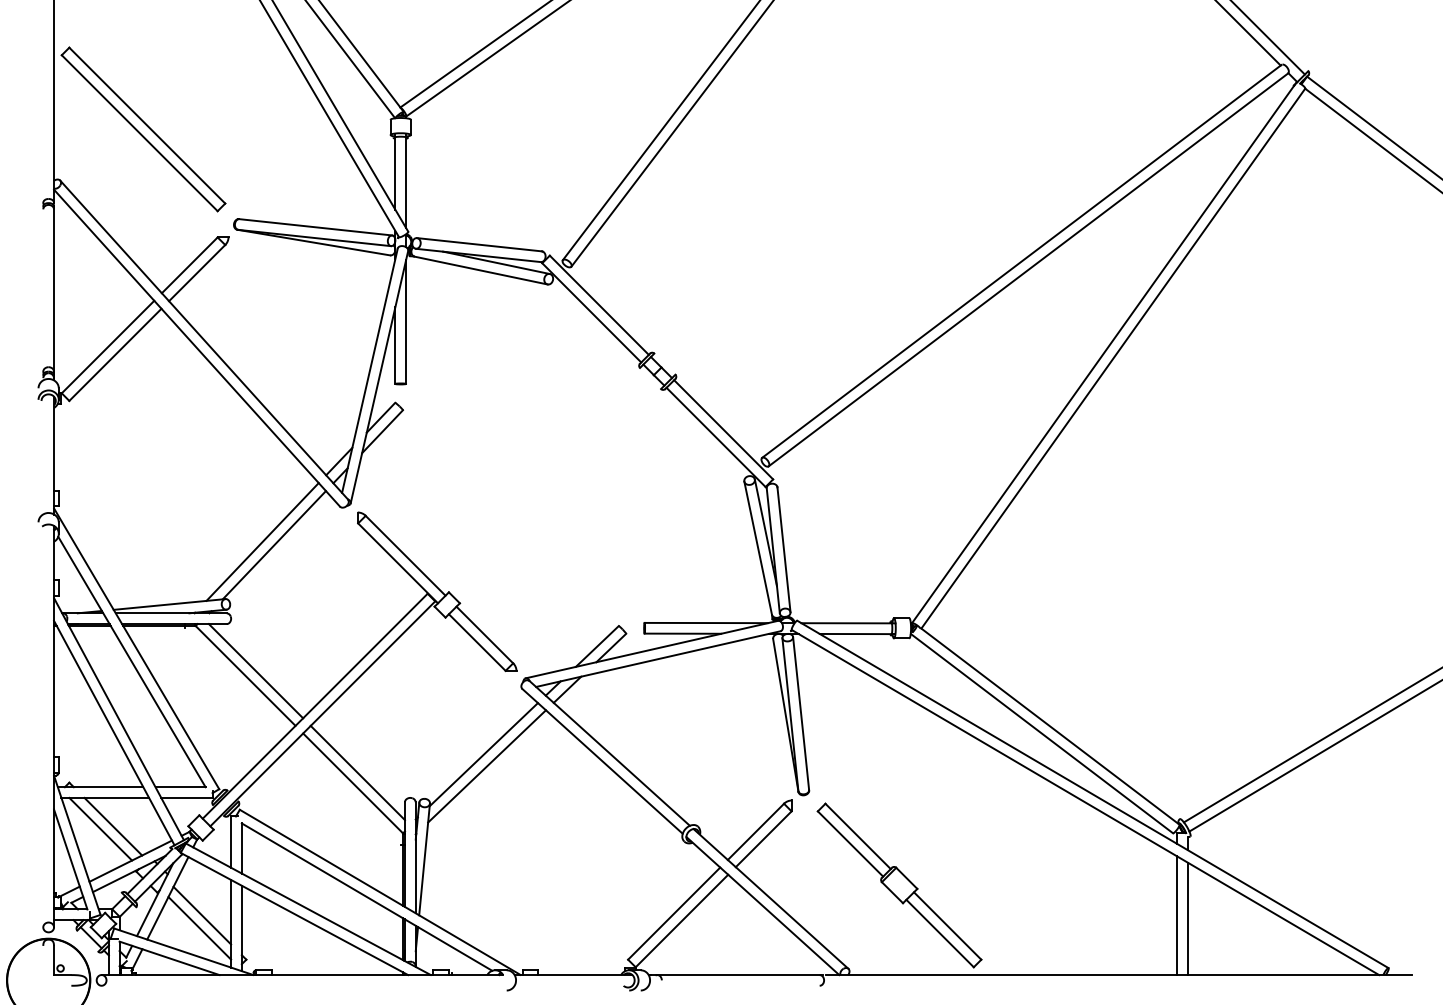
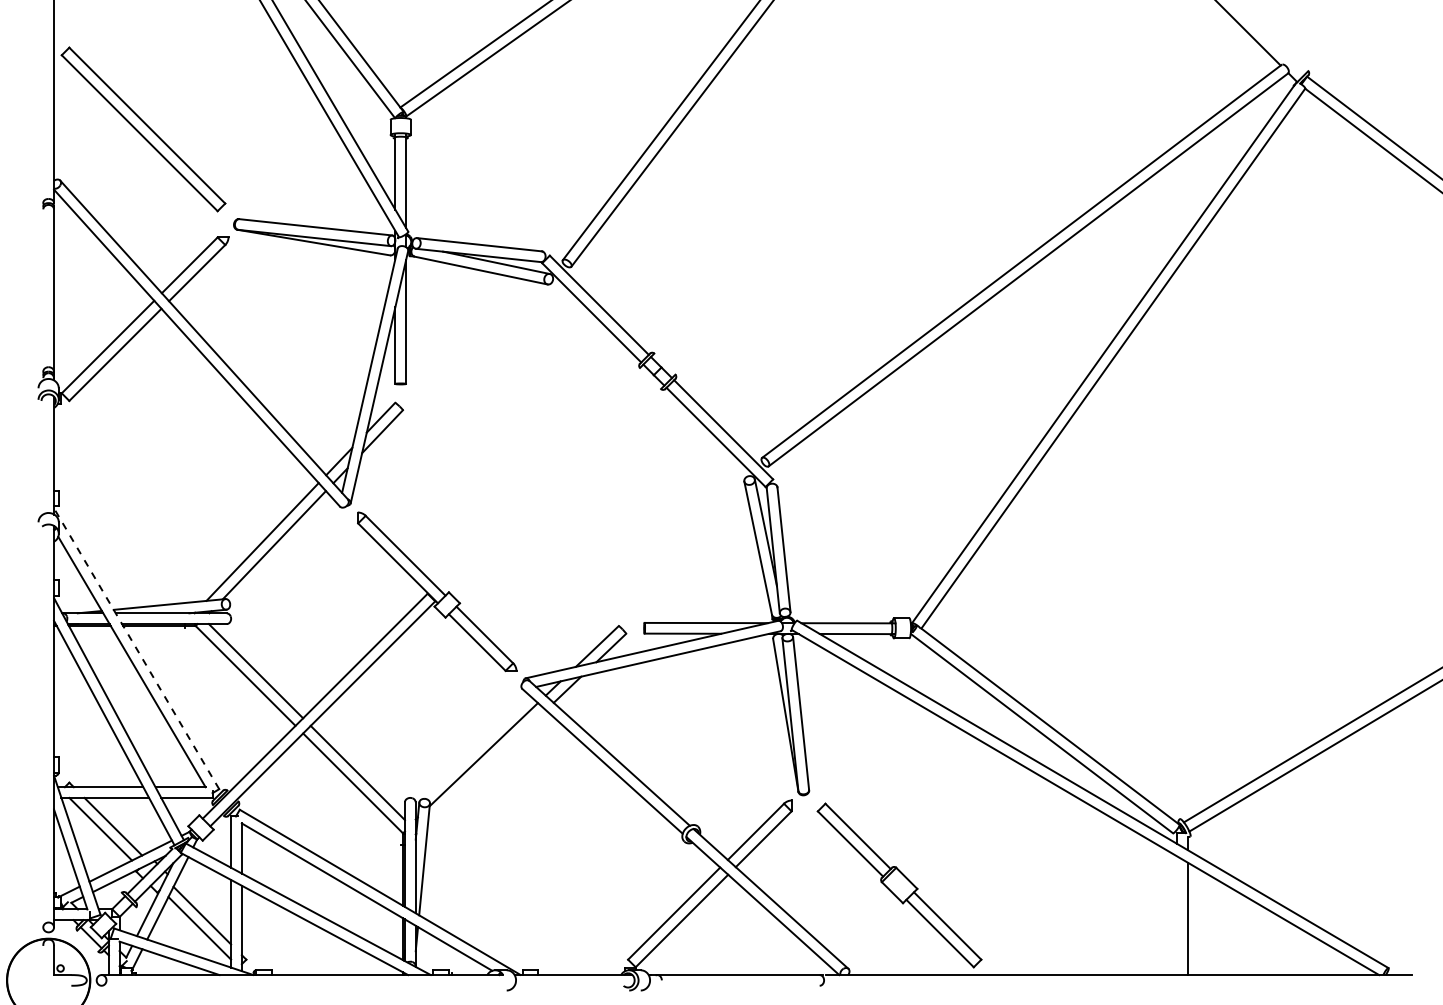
line at (1268, 38): present -> none
line at (136, 648): solid -> dashed
line at (486, 766): present -> none
line at (1177, 915): present -> none
